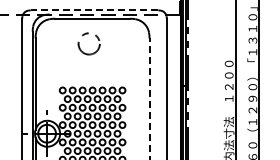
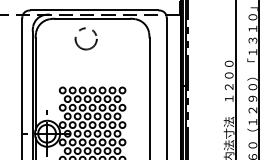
line at (94, 10): dashed -> solid
circle at (88, 43) position: (88, 43) -> (85, 38)
line at (149, 98): dashed -> solid
